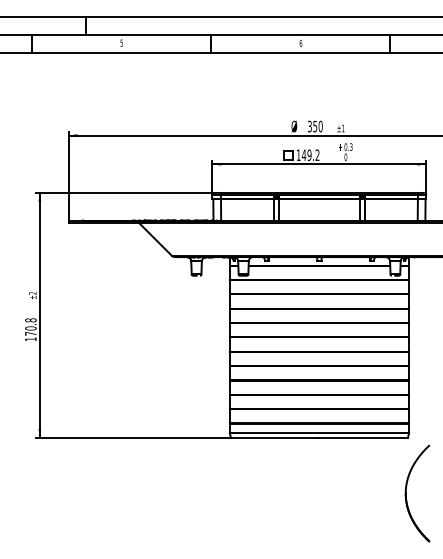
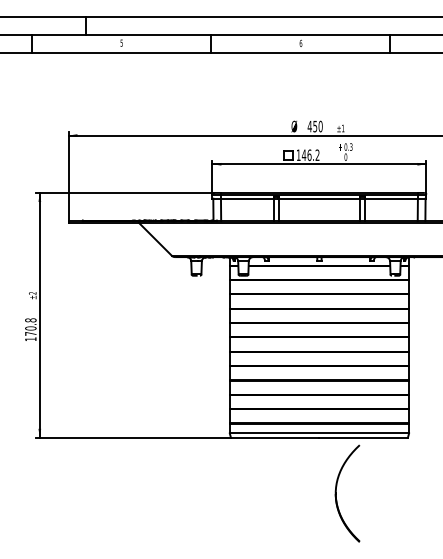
text at (309, 126): 350 -> 450
text at (309, 154): 149.2 -> 146.2
part at (406, 493) position: (406, 493) -> (336, 493)
